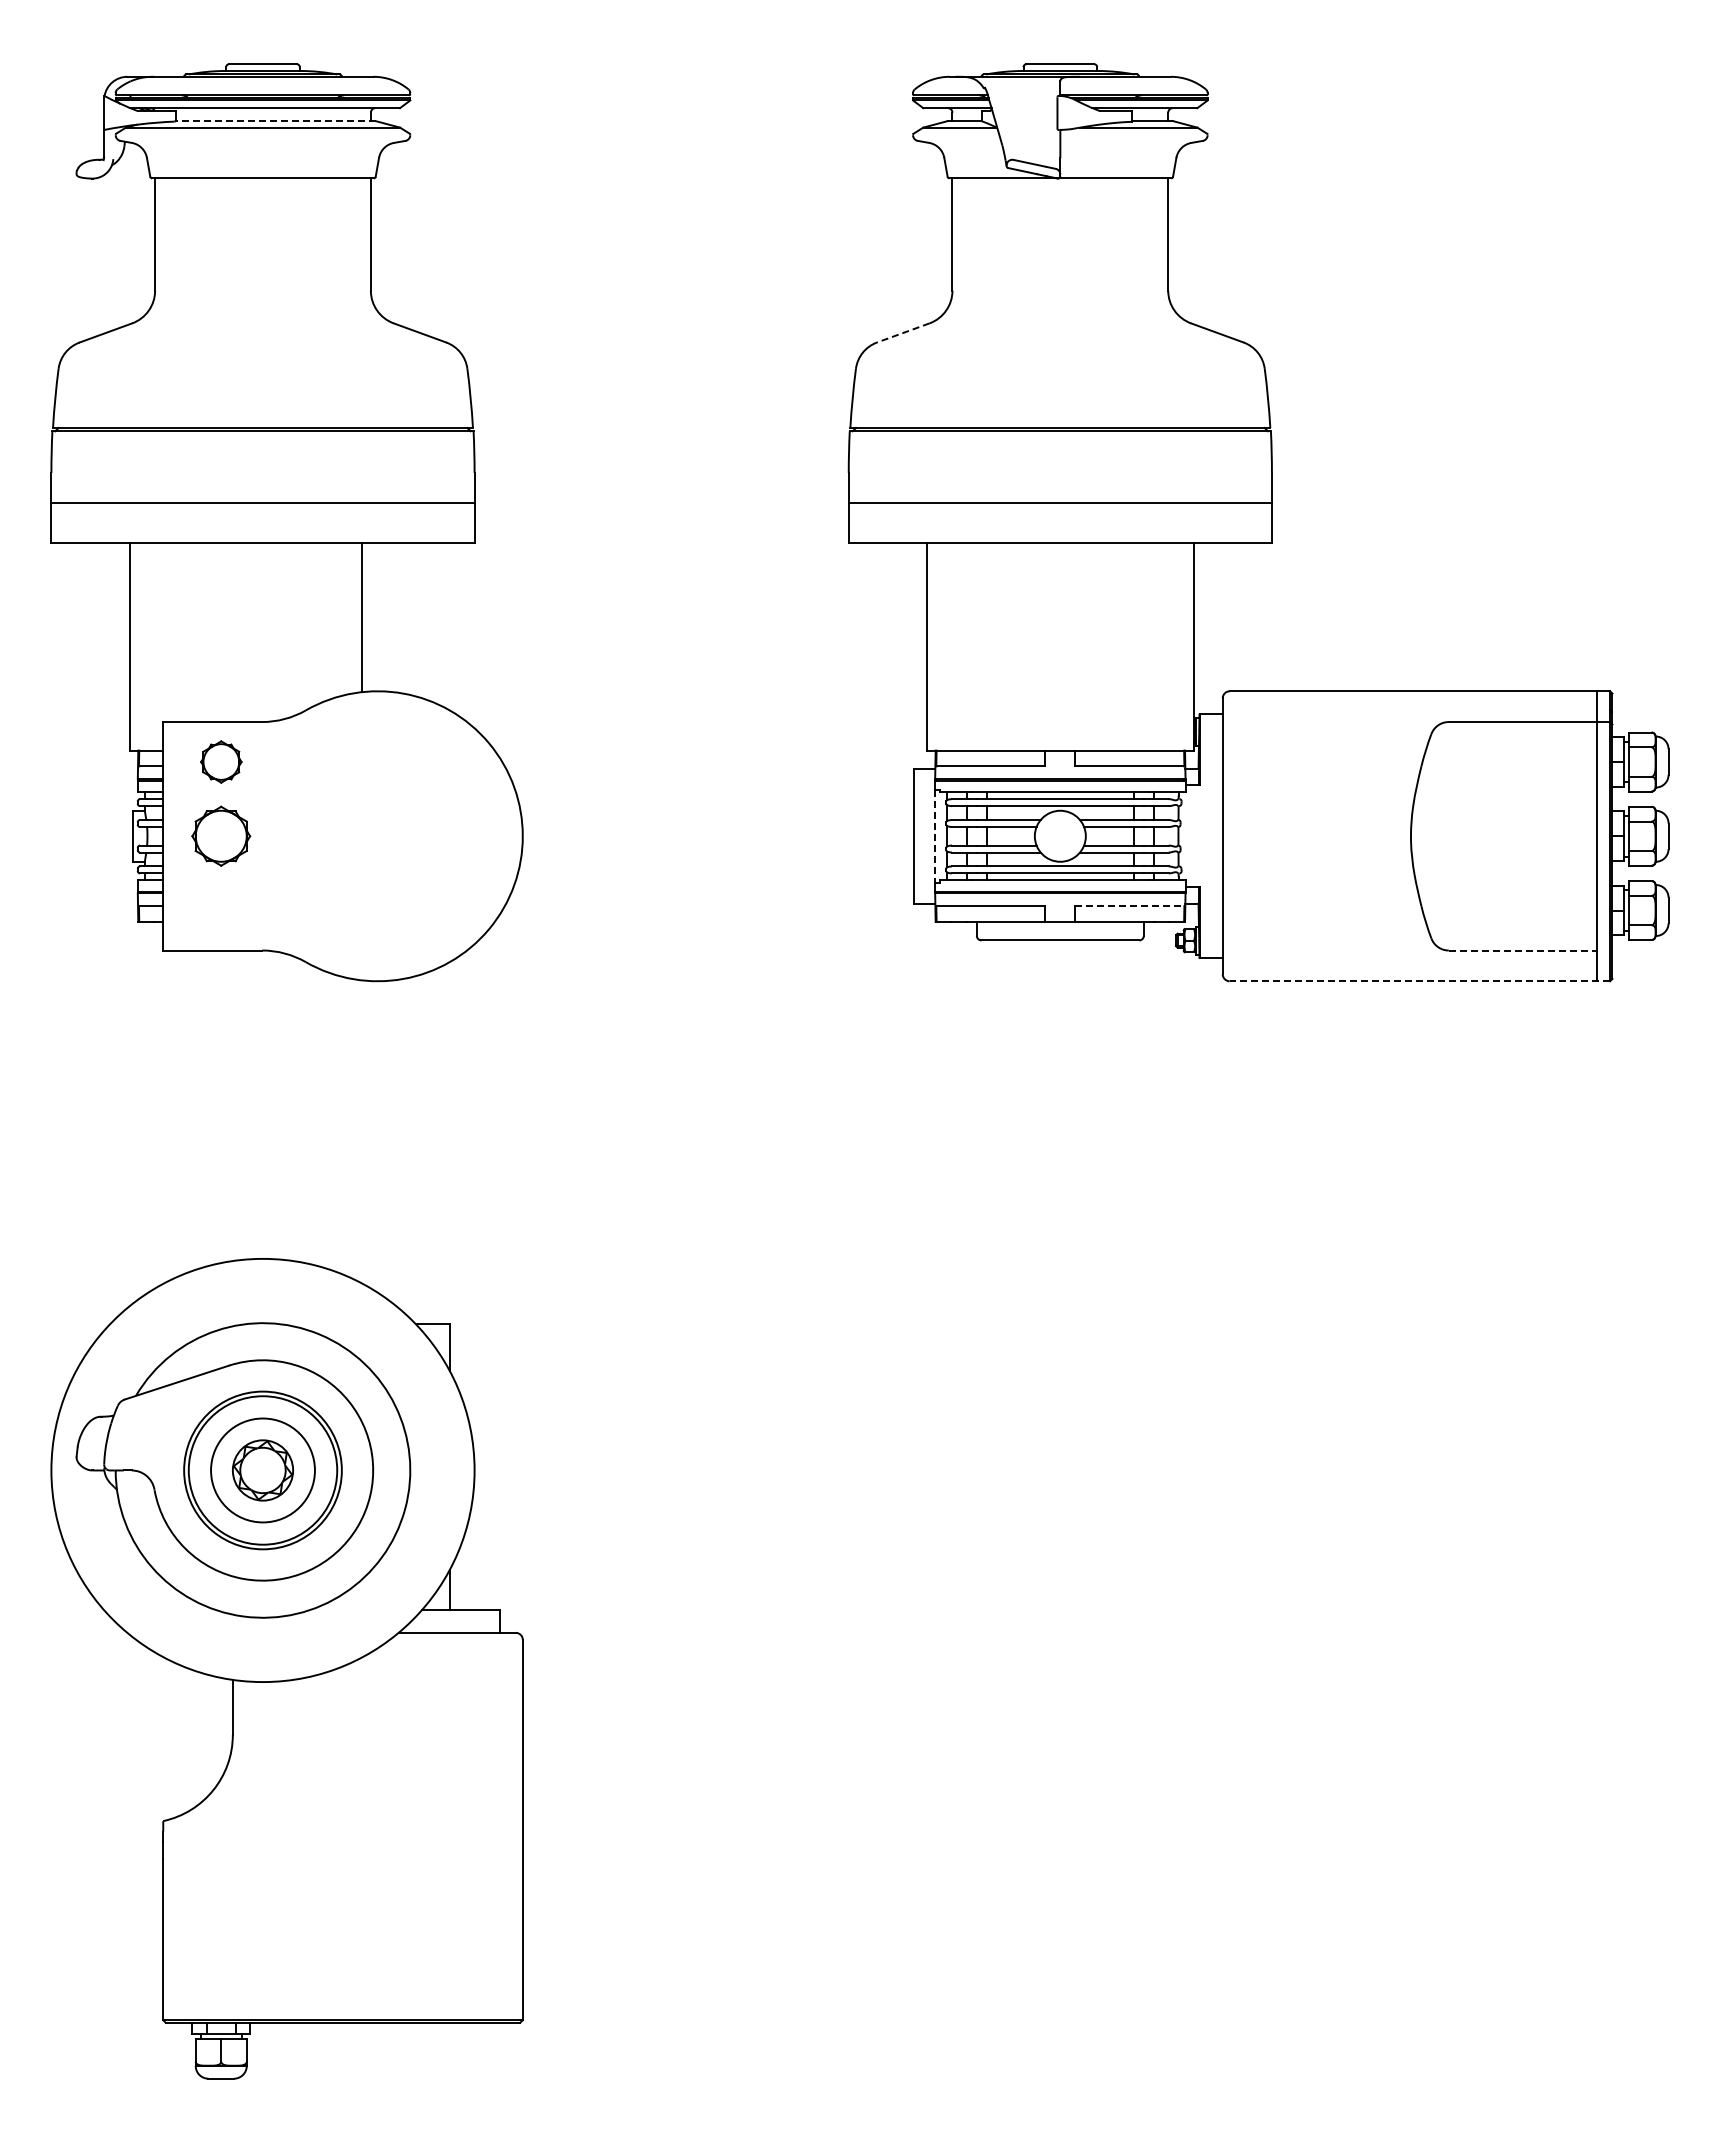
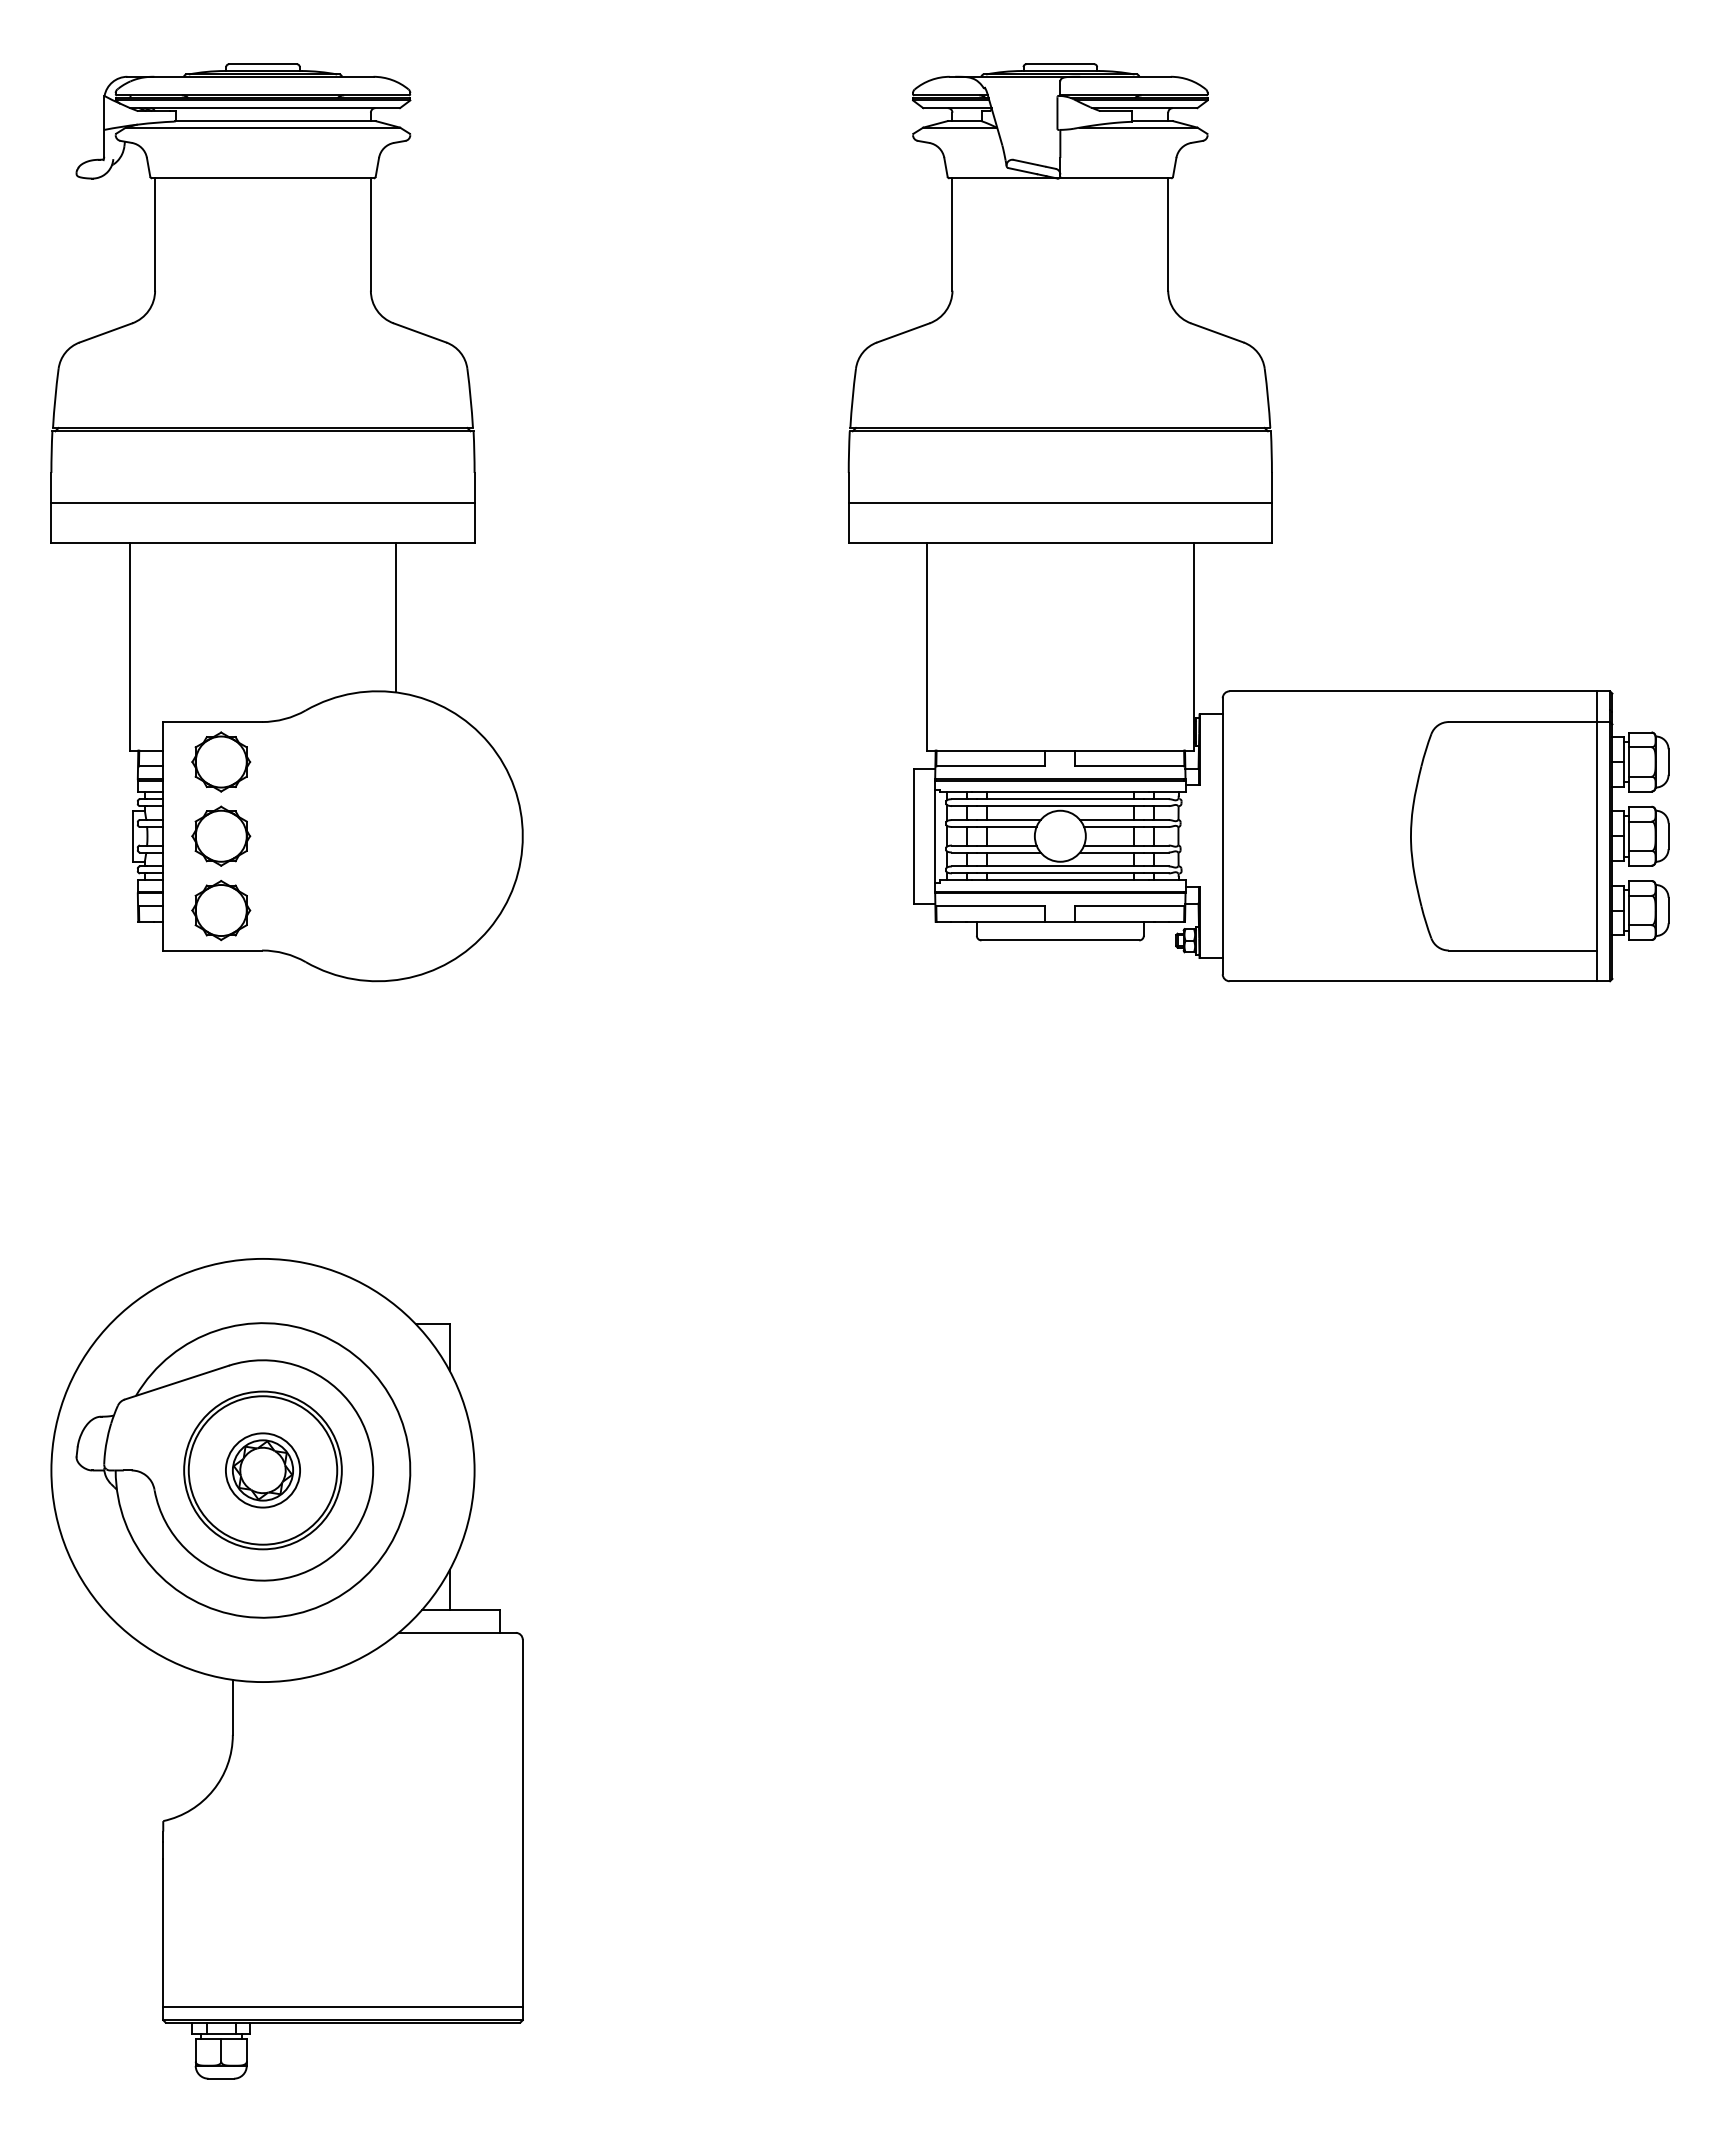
line at (275, 121): dashed -> solid
line at (903, 332): dashed -> solid
line at (362, 617) position: (362, 617) -> (396, 617)
part at (221, 761) size: 43x44 px -> 61x62 px
line at (935, 836): dashed -> solid
line at (1130, 906): dashed -> solid
part at (221, 910): none -> present
line at (1523, 950): dashed -> solid
line at (1419, 981): dashed -> solid
circle at (262, 1470) diameter: 104 px -> 74 px
line at (342, 2007): none -> present
